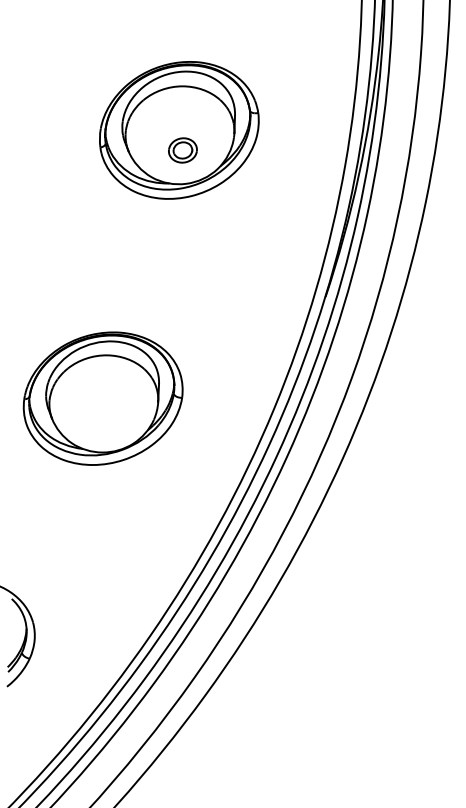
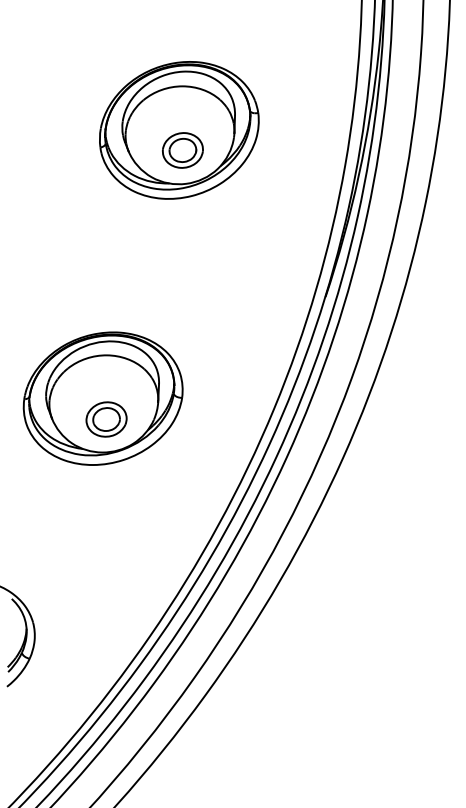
part at (182, 150) size: 30x27 px -> 42x37 px
part at (106, 419): none -> present
